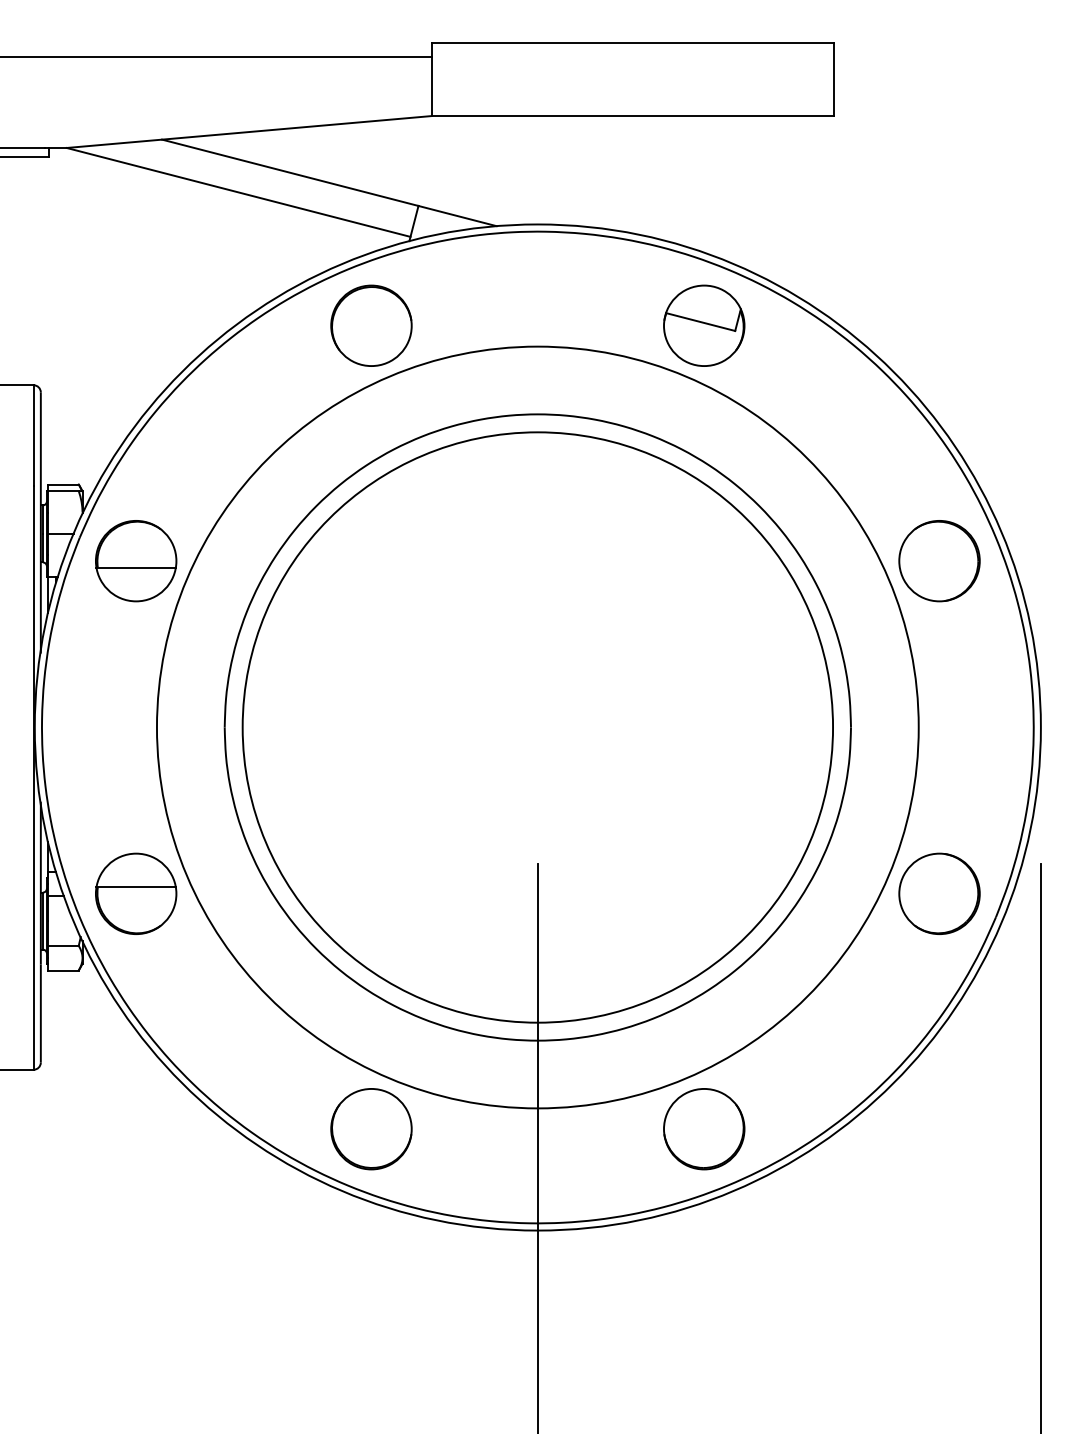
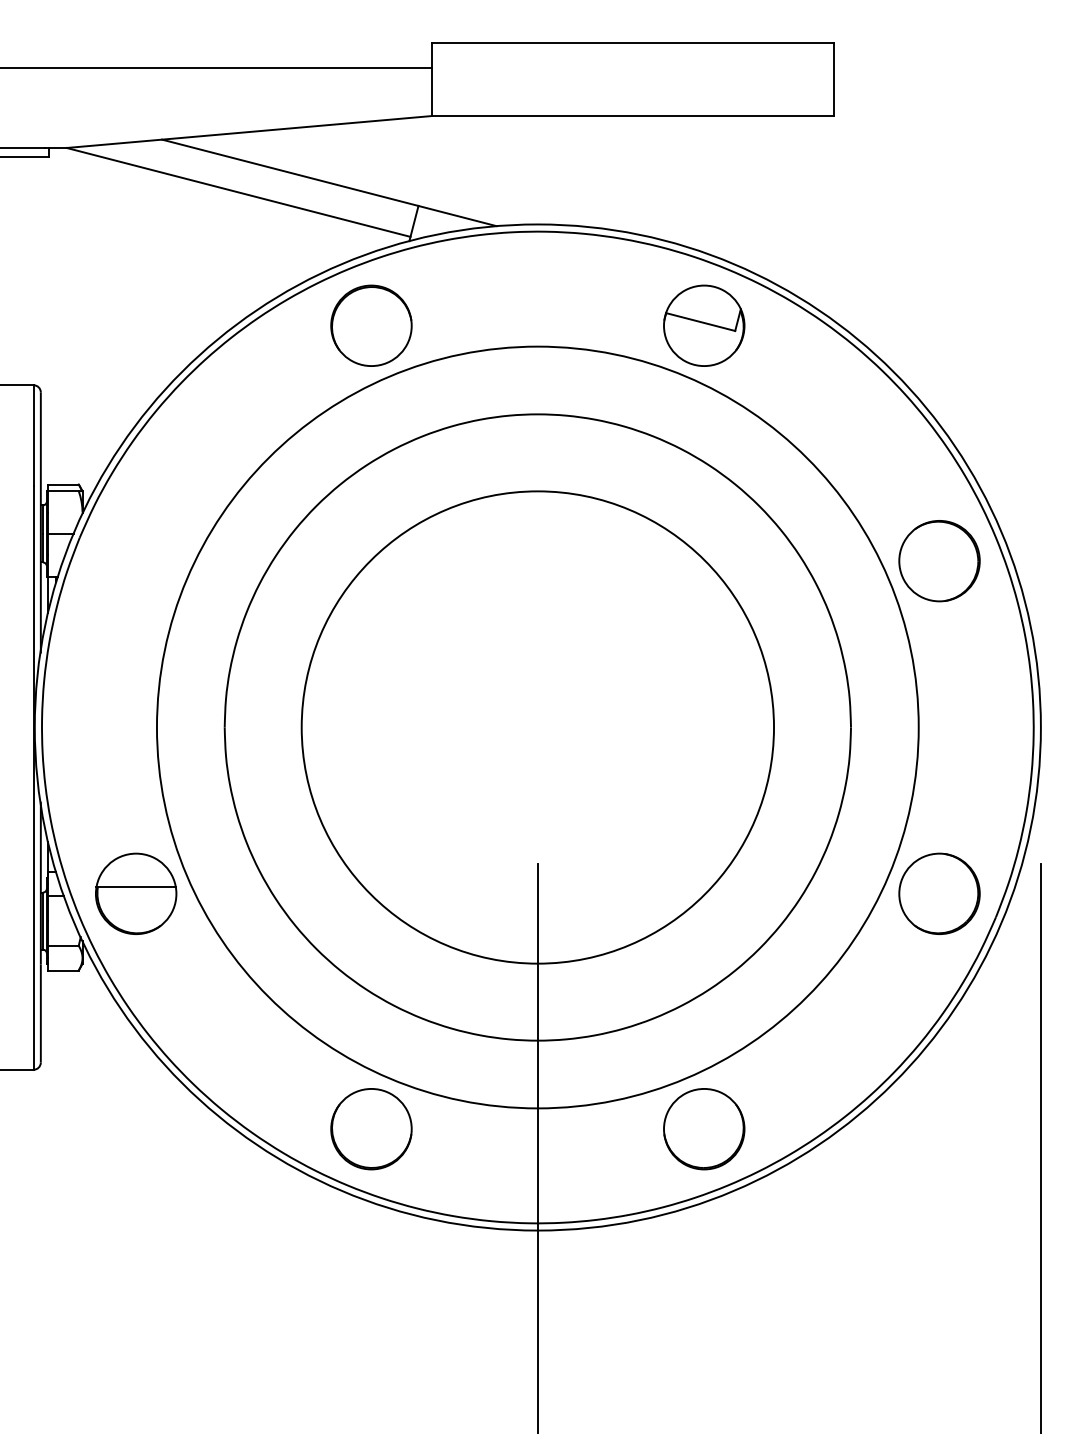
line at (217, 56) position: (217, 56) -> (217, 67)
part at (136, 561): present -> none
circle at (537, 727) diameter: 590 px -> 472 px
